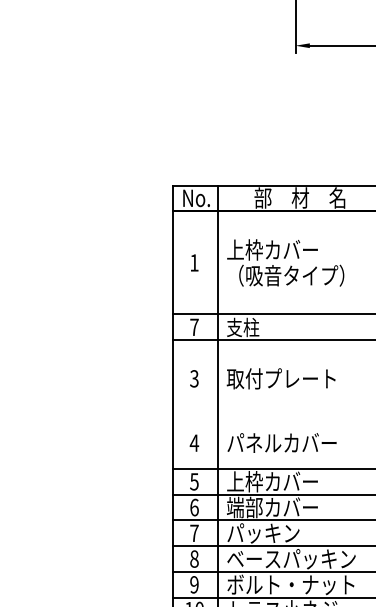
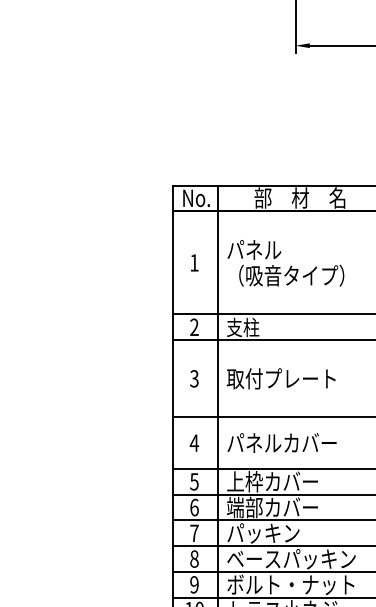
text at (272, 249): 上枠カバー -> パネル
text at (194, 326): 7 -> 2
line at (272, 417): none -> present
